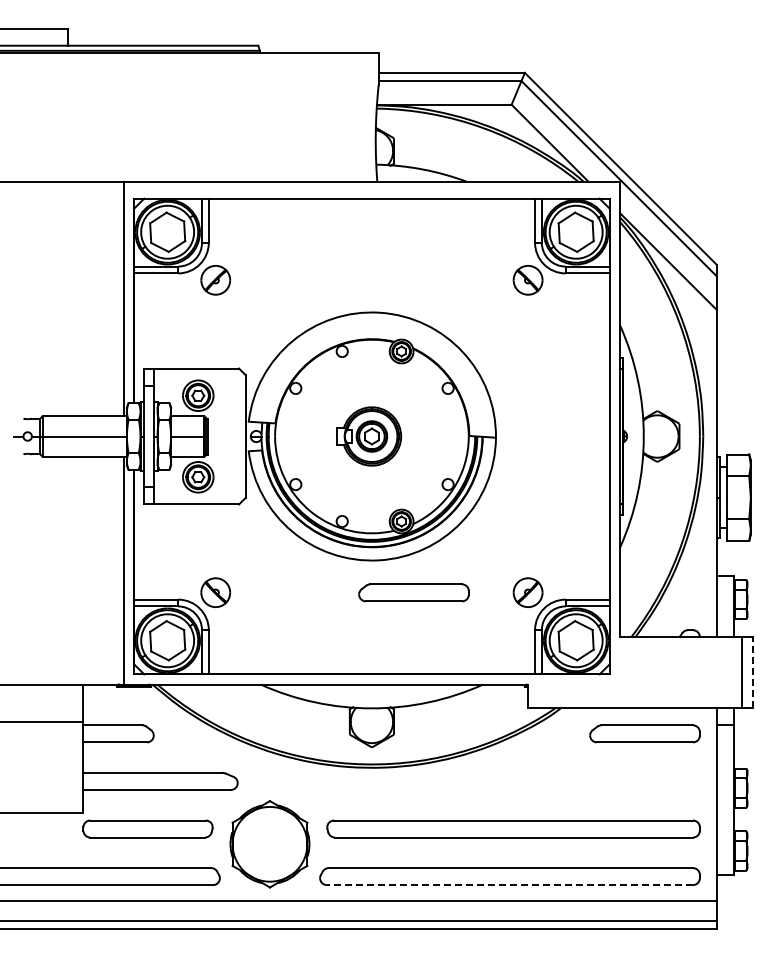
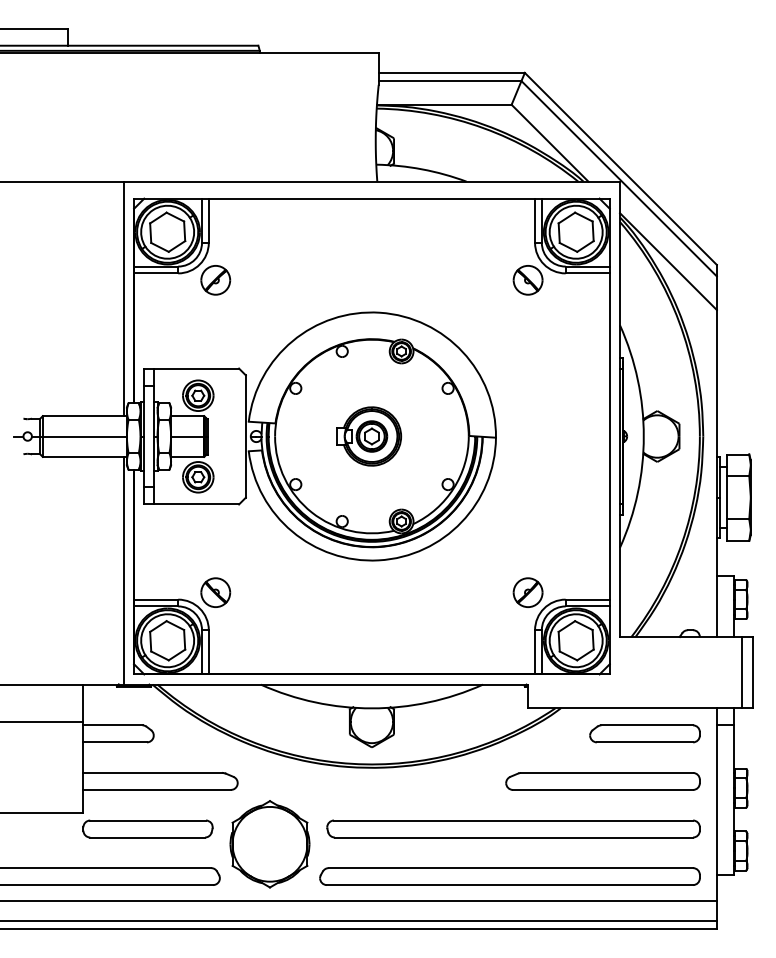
part at (413, 592): present -> none
line at (752, 672): dashed -> solid
part at (602, 781): none -> present
line at (509, 885): dashed -> solid
